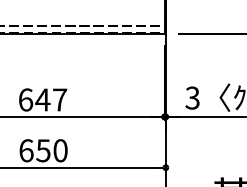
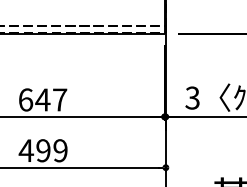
text at (42, 150): 650 -> 499
